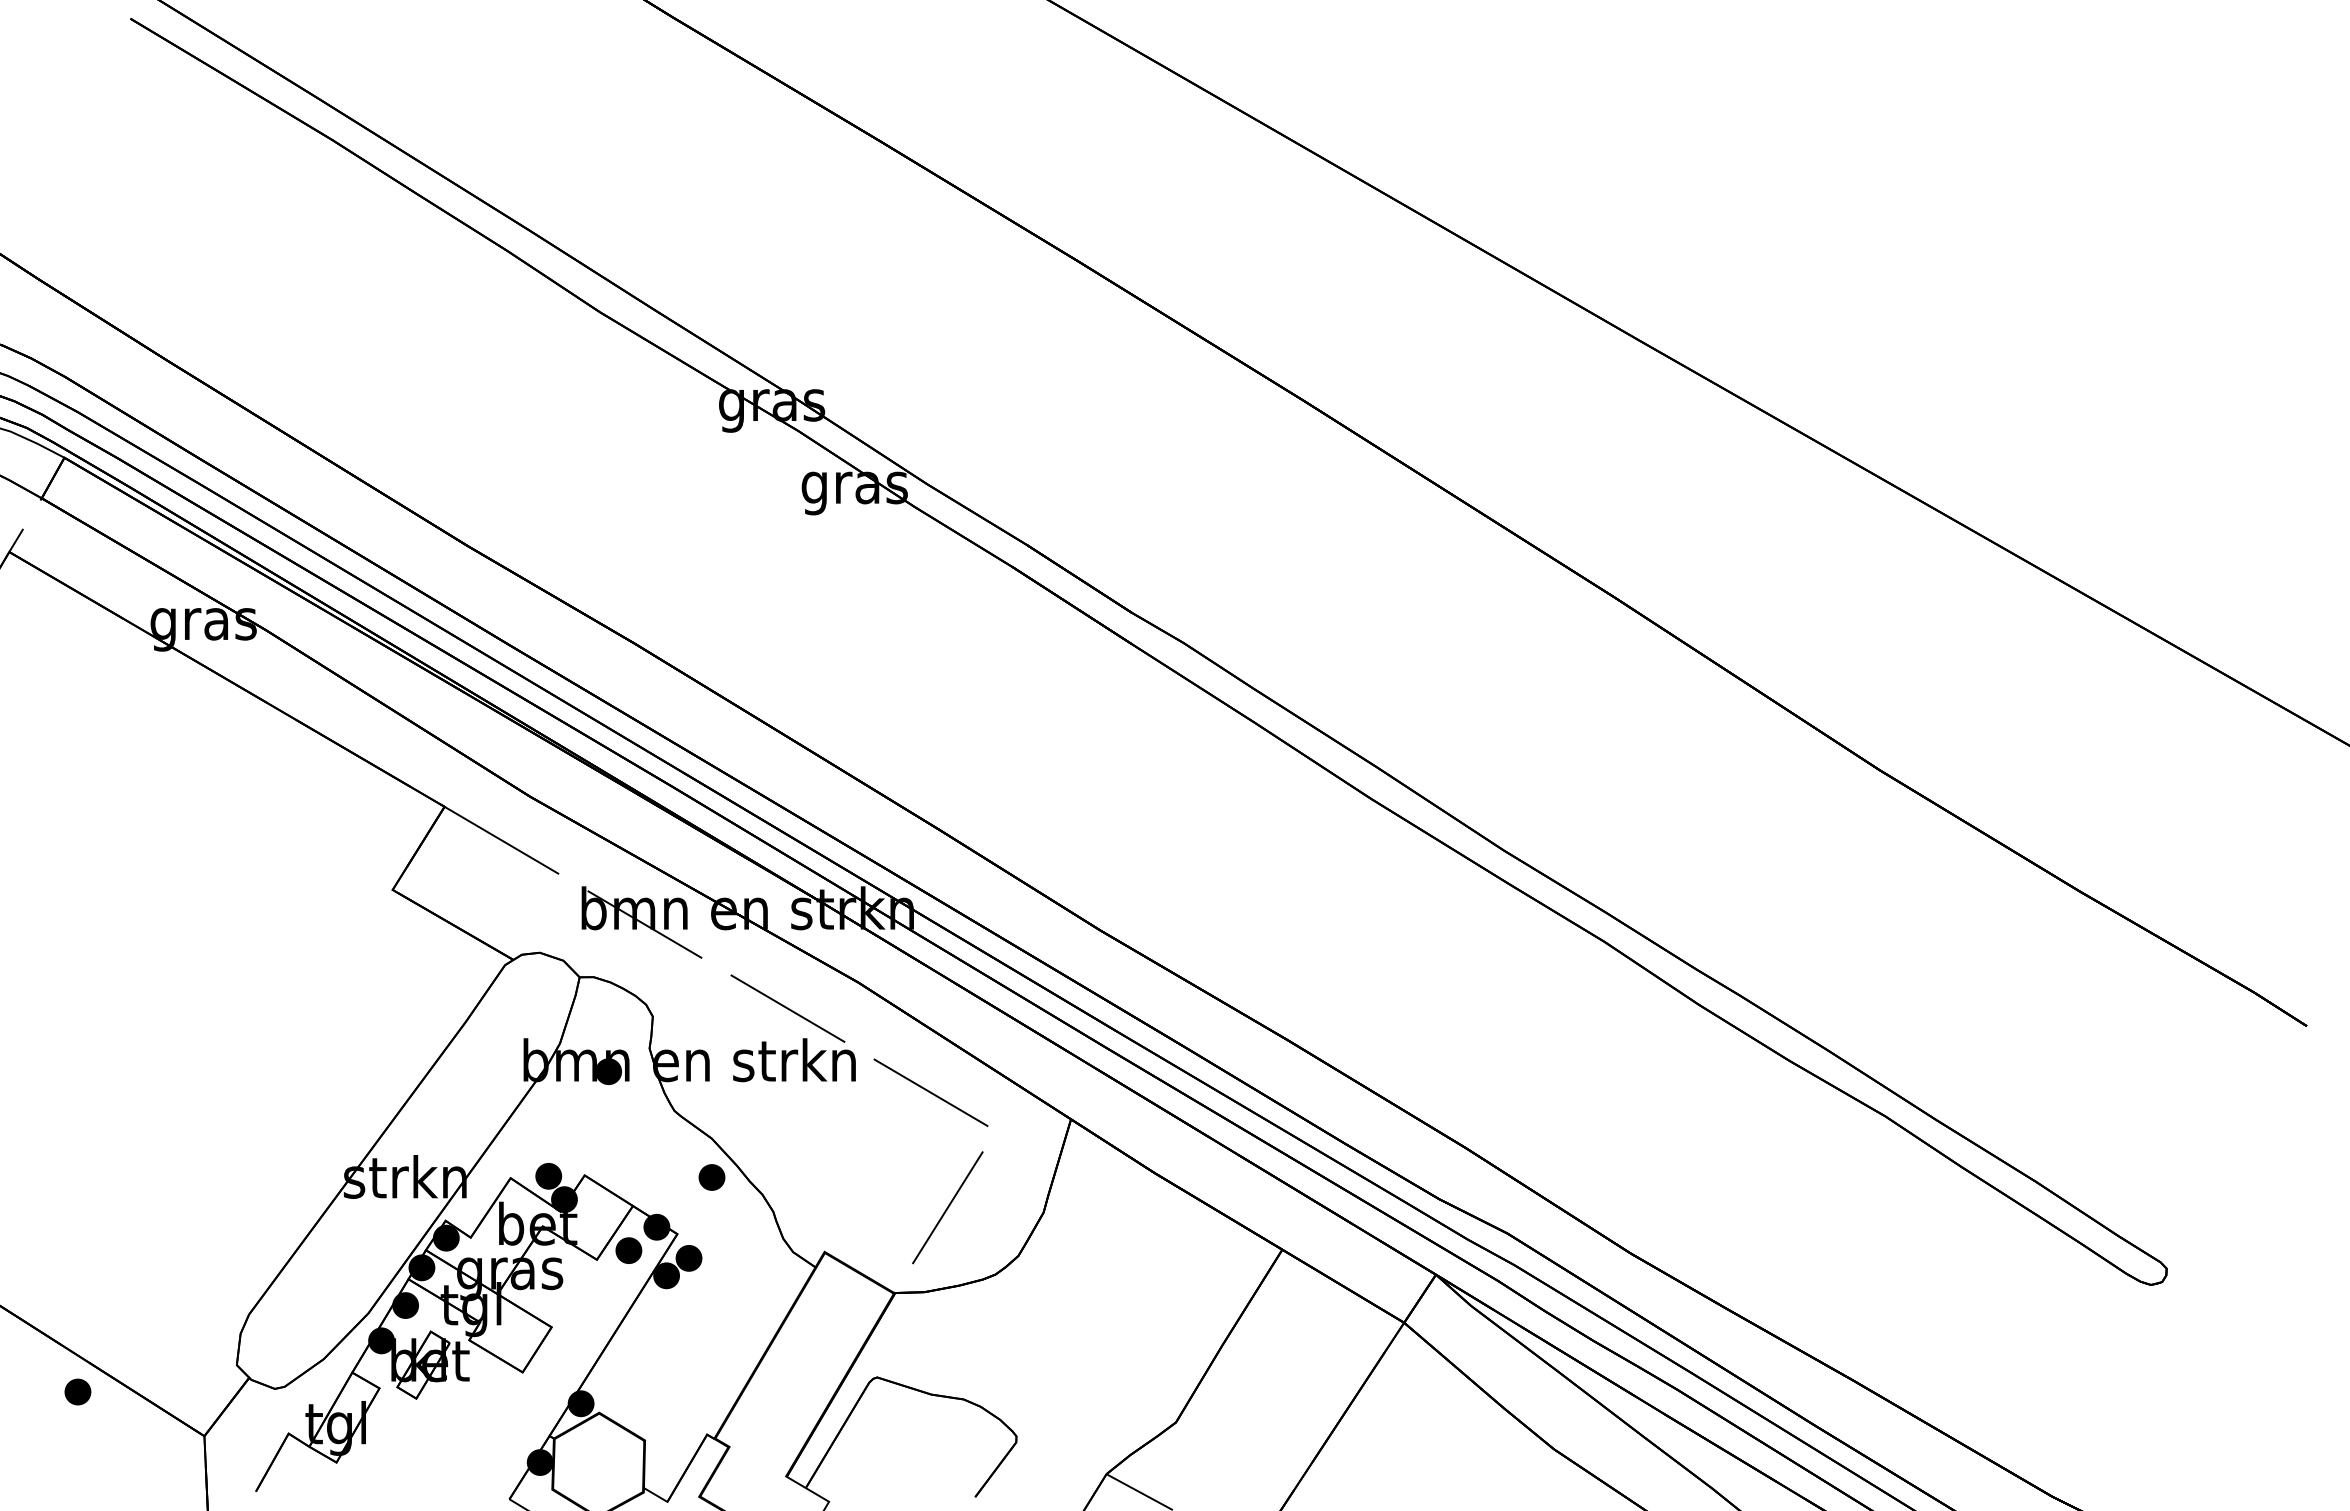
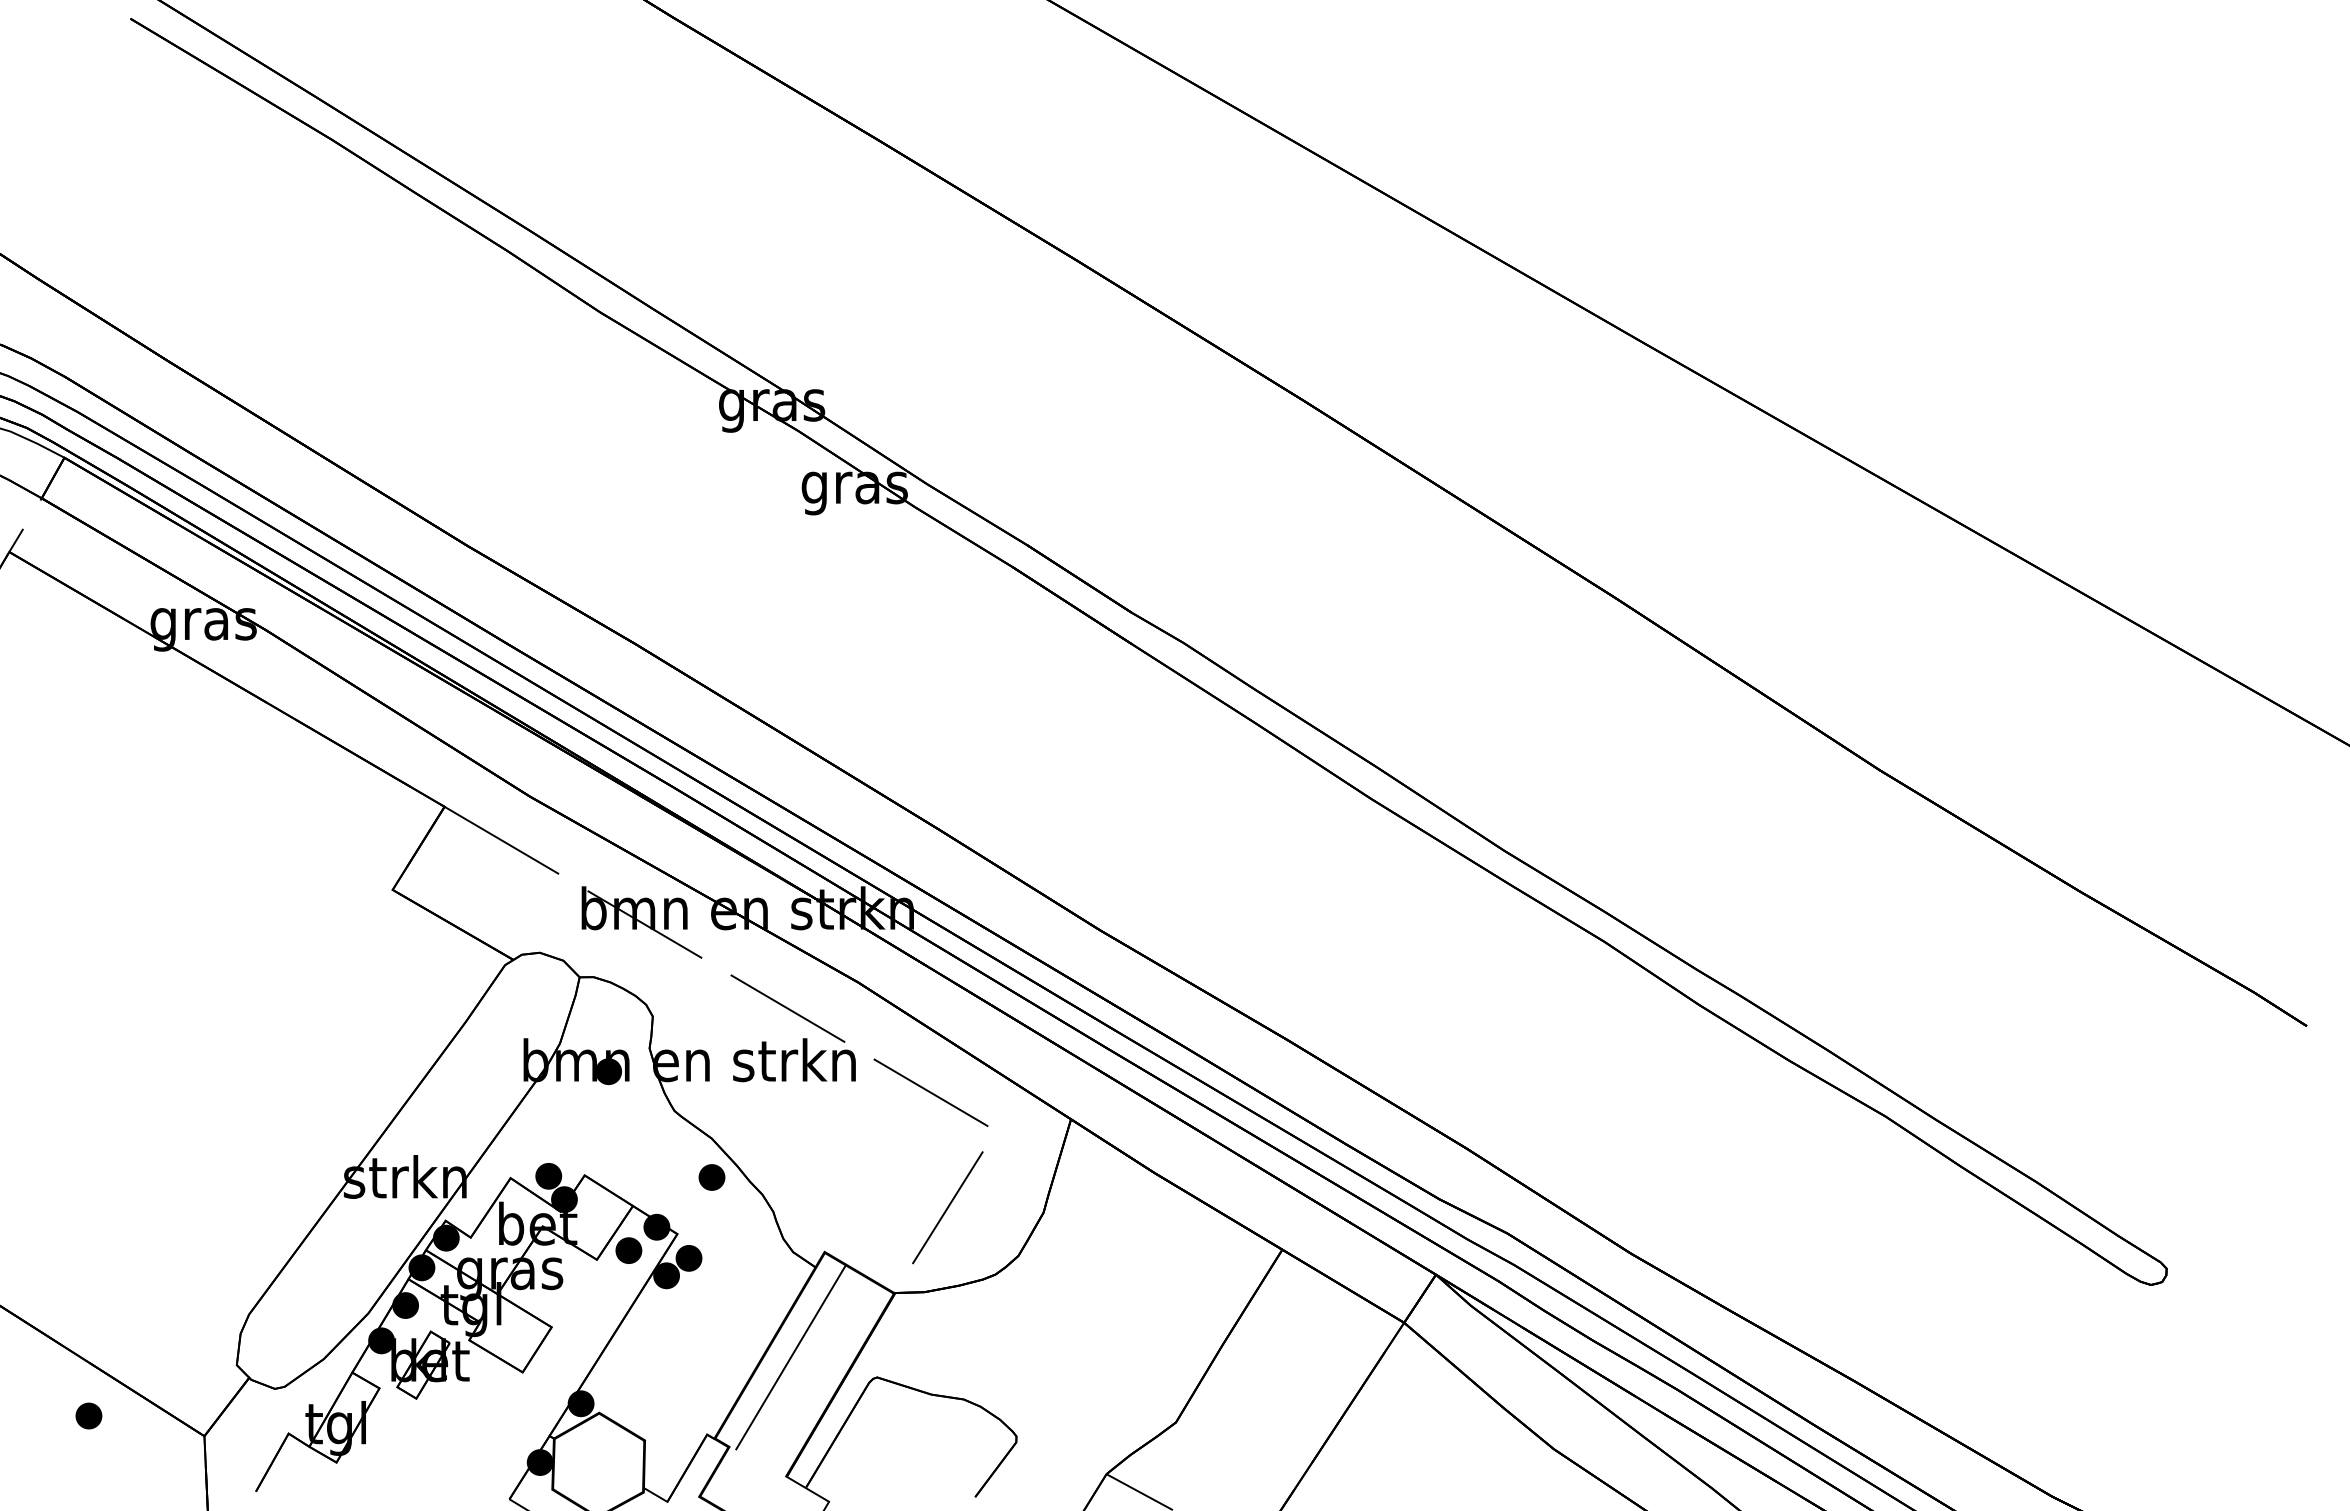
line at (790, 1357): none -> present
part at (77, 1391) position: (77, 1391) -> (88, 1415)
